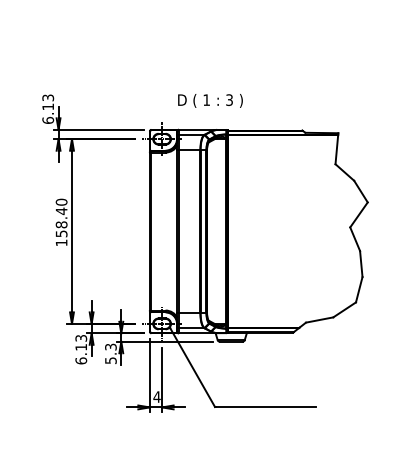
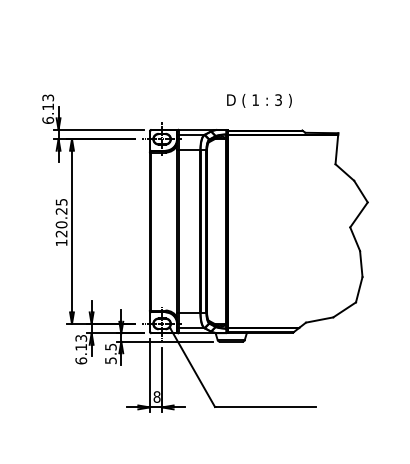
text at (210, 100) position: (210, 100) -> (259, 100)
text at (61, 217): 158.40 -> 120.25
text at (110, 346): 5.3 -> 5.5
text at (156, 396): 4 -> 8
